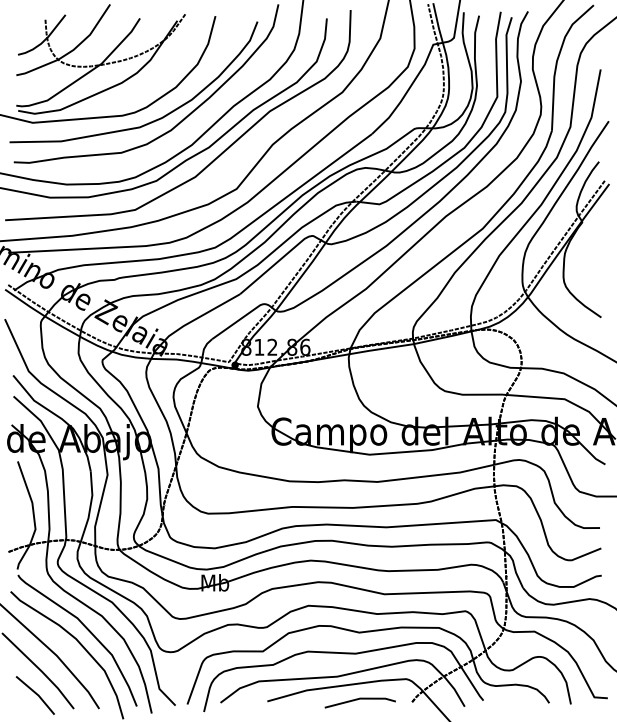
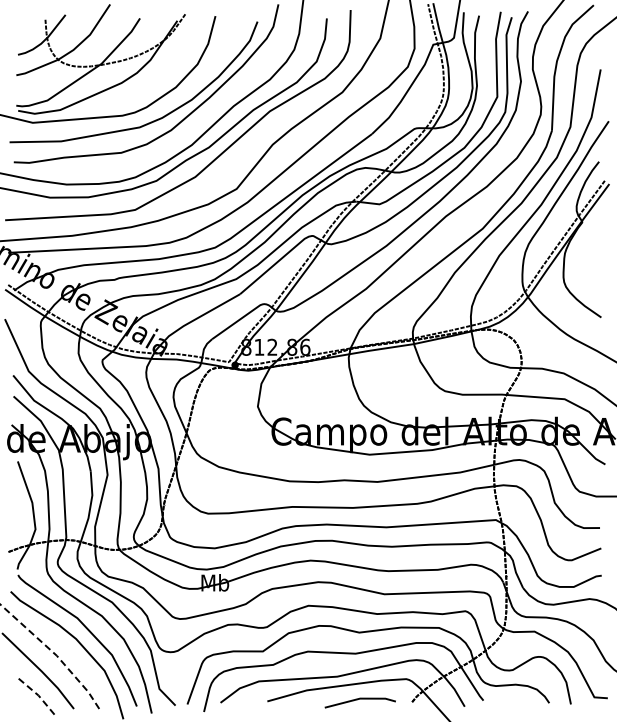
line at (54, 653): solid -> dashed
line at (37, 694): solid -> dashed
